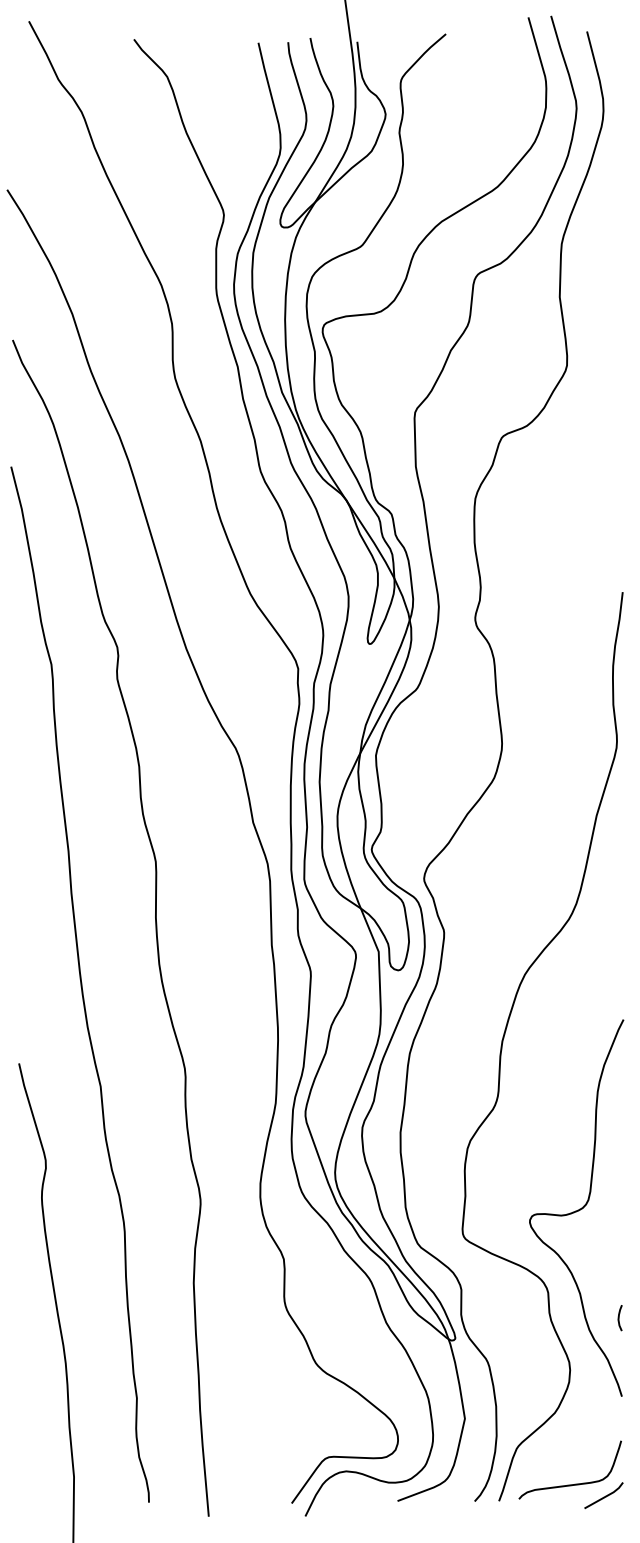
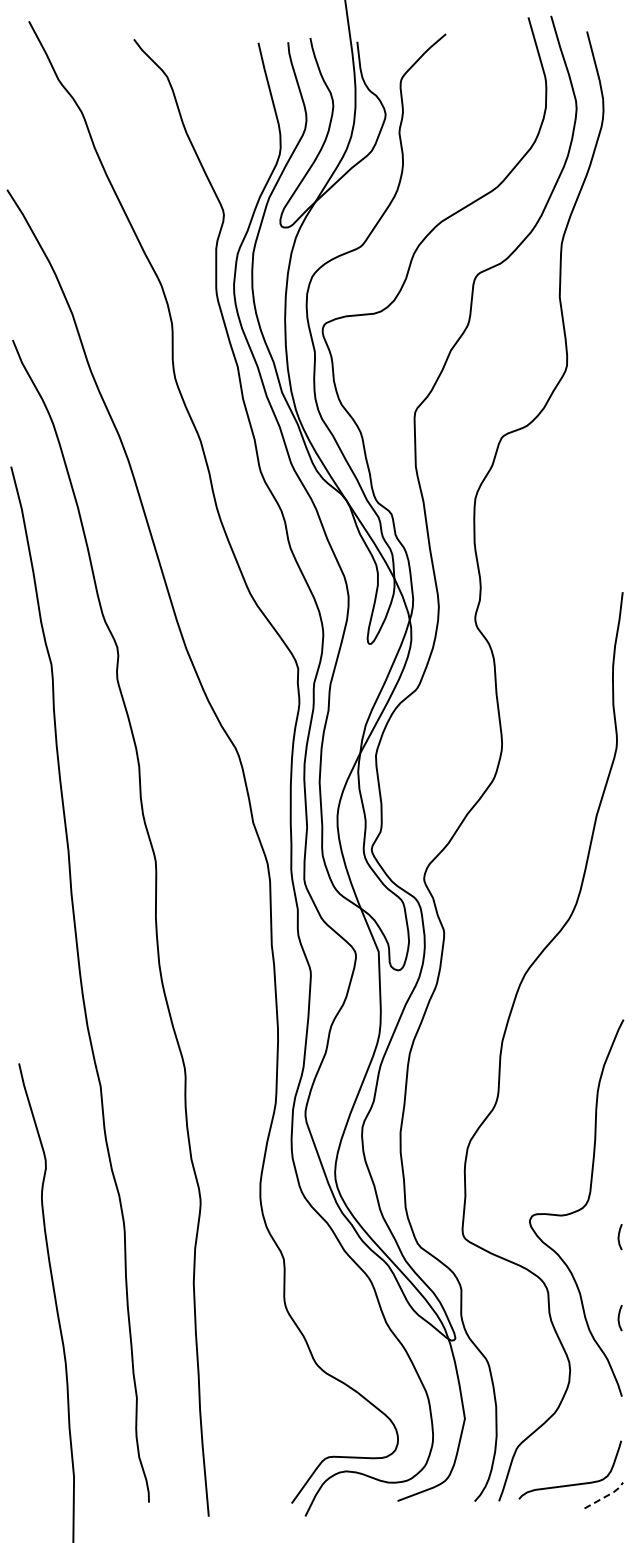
curve at (619, 1237): none -> present
line at (605, 1496): solid -> dashed
